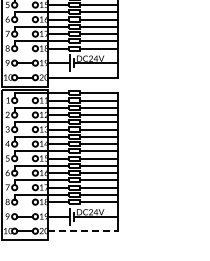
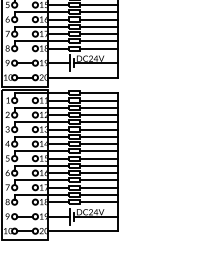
line at (83, 231): dashed -> solid
